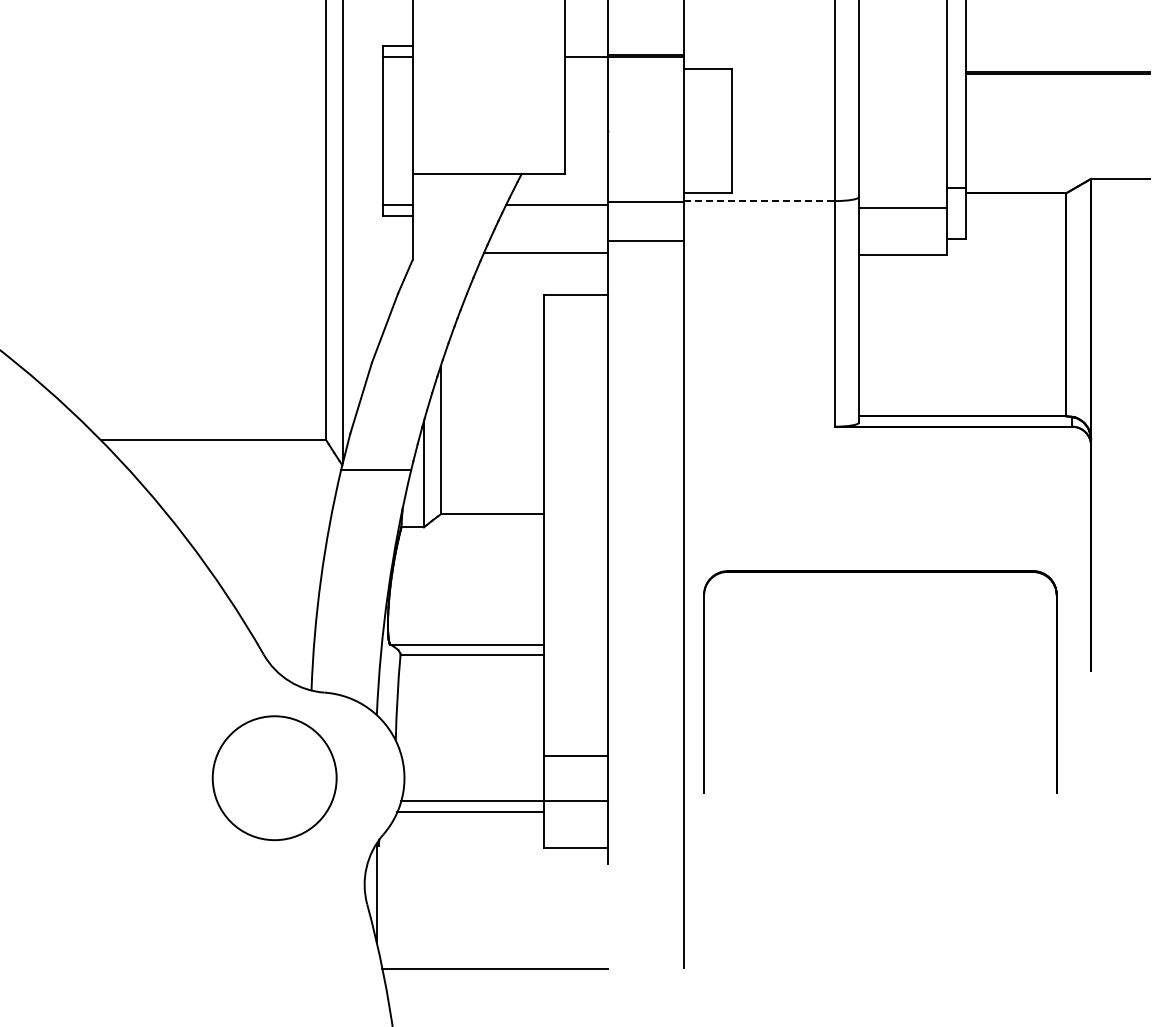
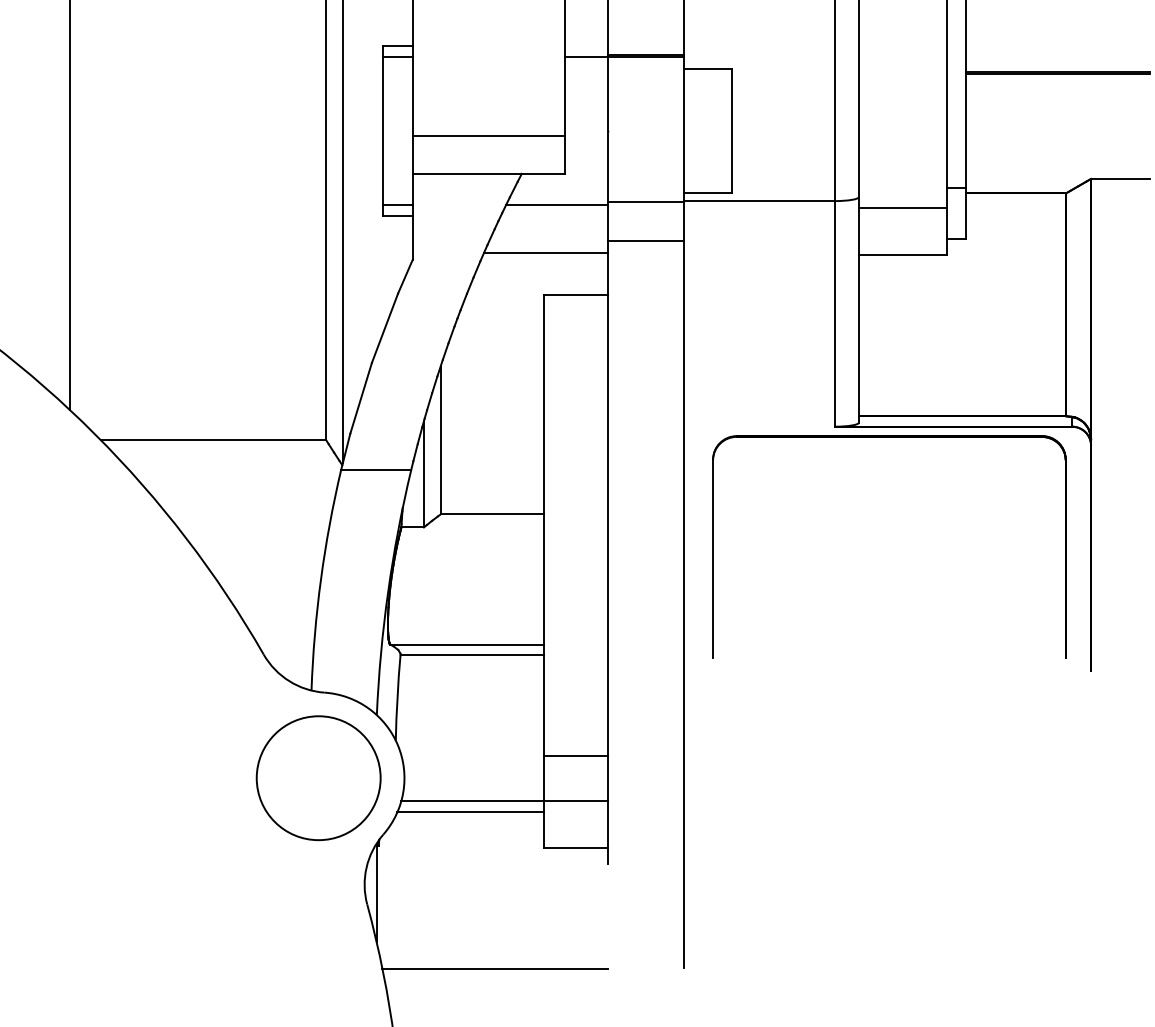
line at (488, 135): none -> present
line at (760, 201): dashed -> solid
line at (69, 205): none -> present
part at (880, 572) position: (880, 572) -> (889, 437)
circle at (274, 778) position: (274, 778) -> (318, 778)
